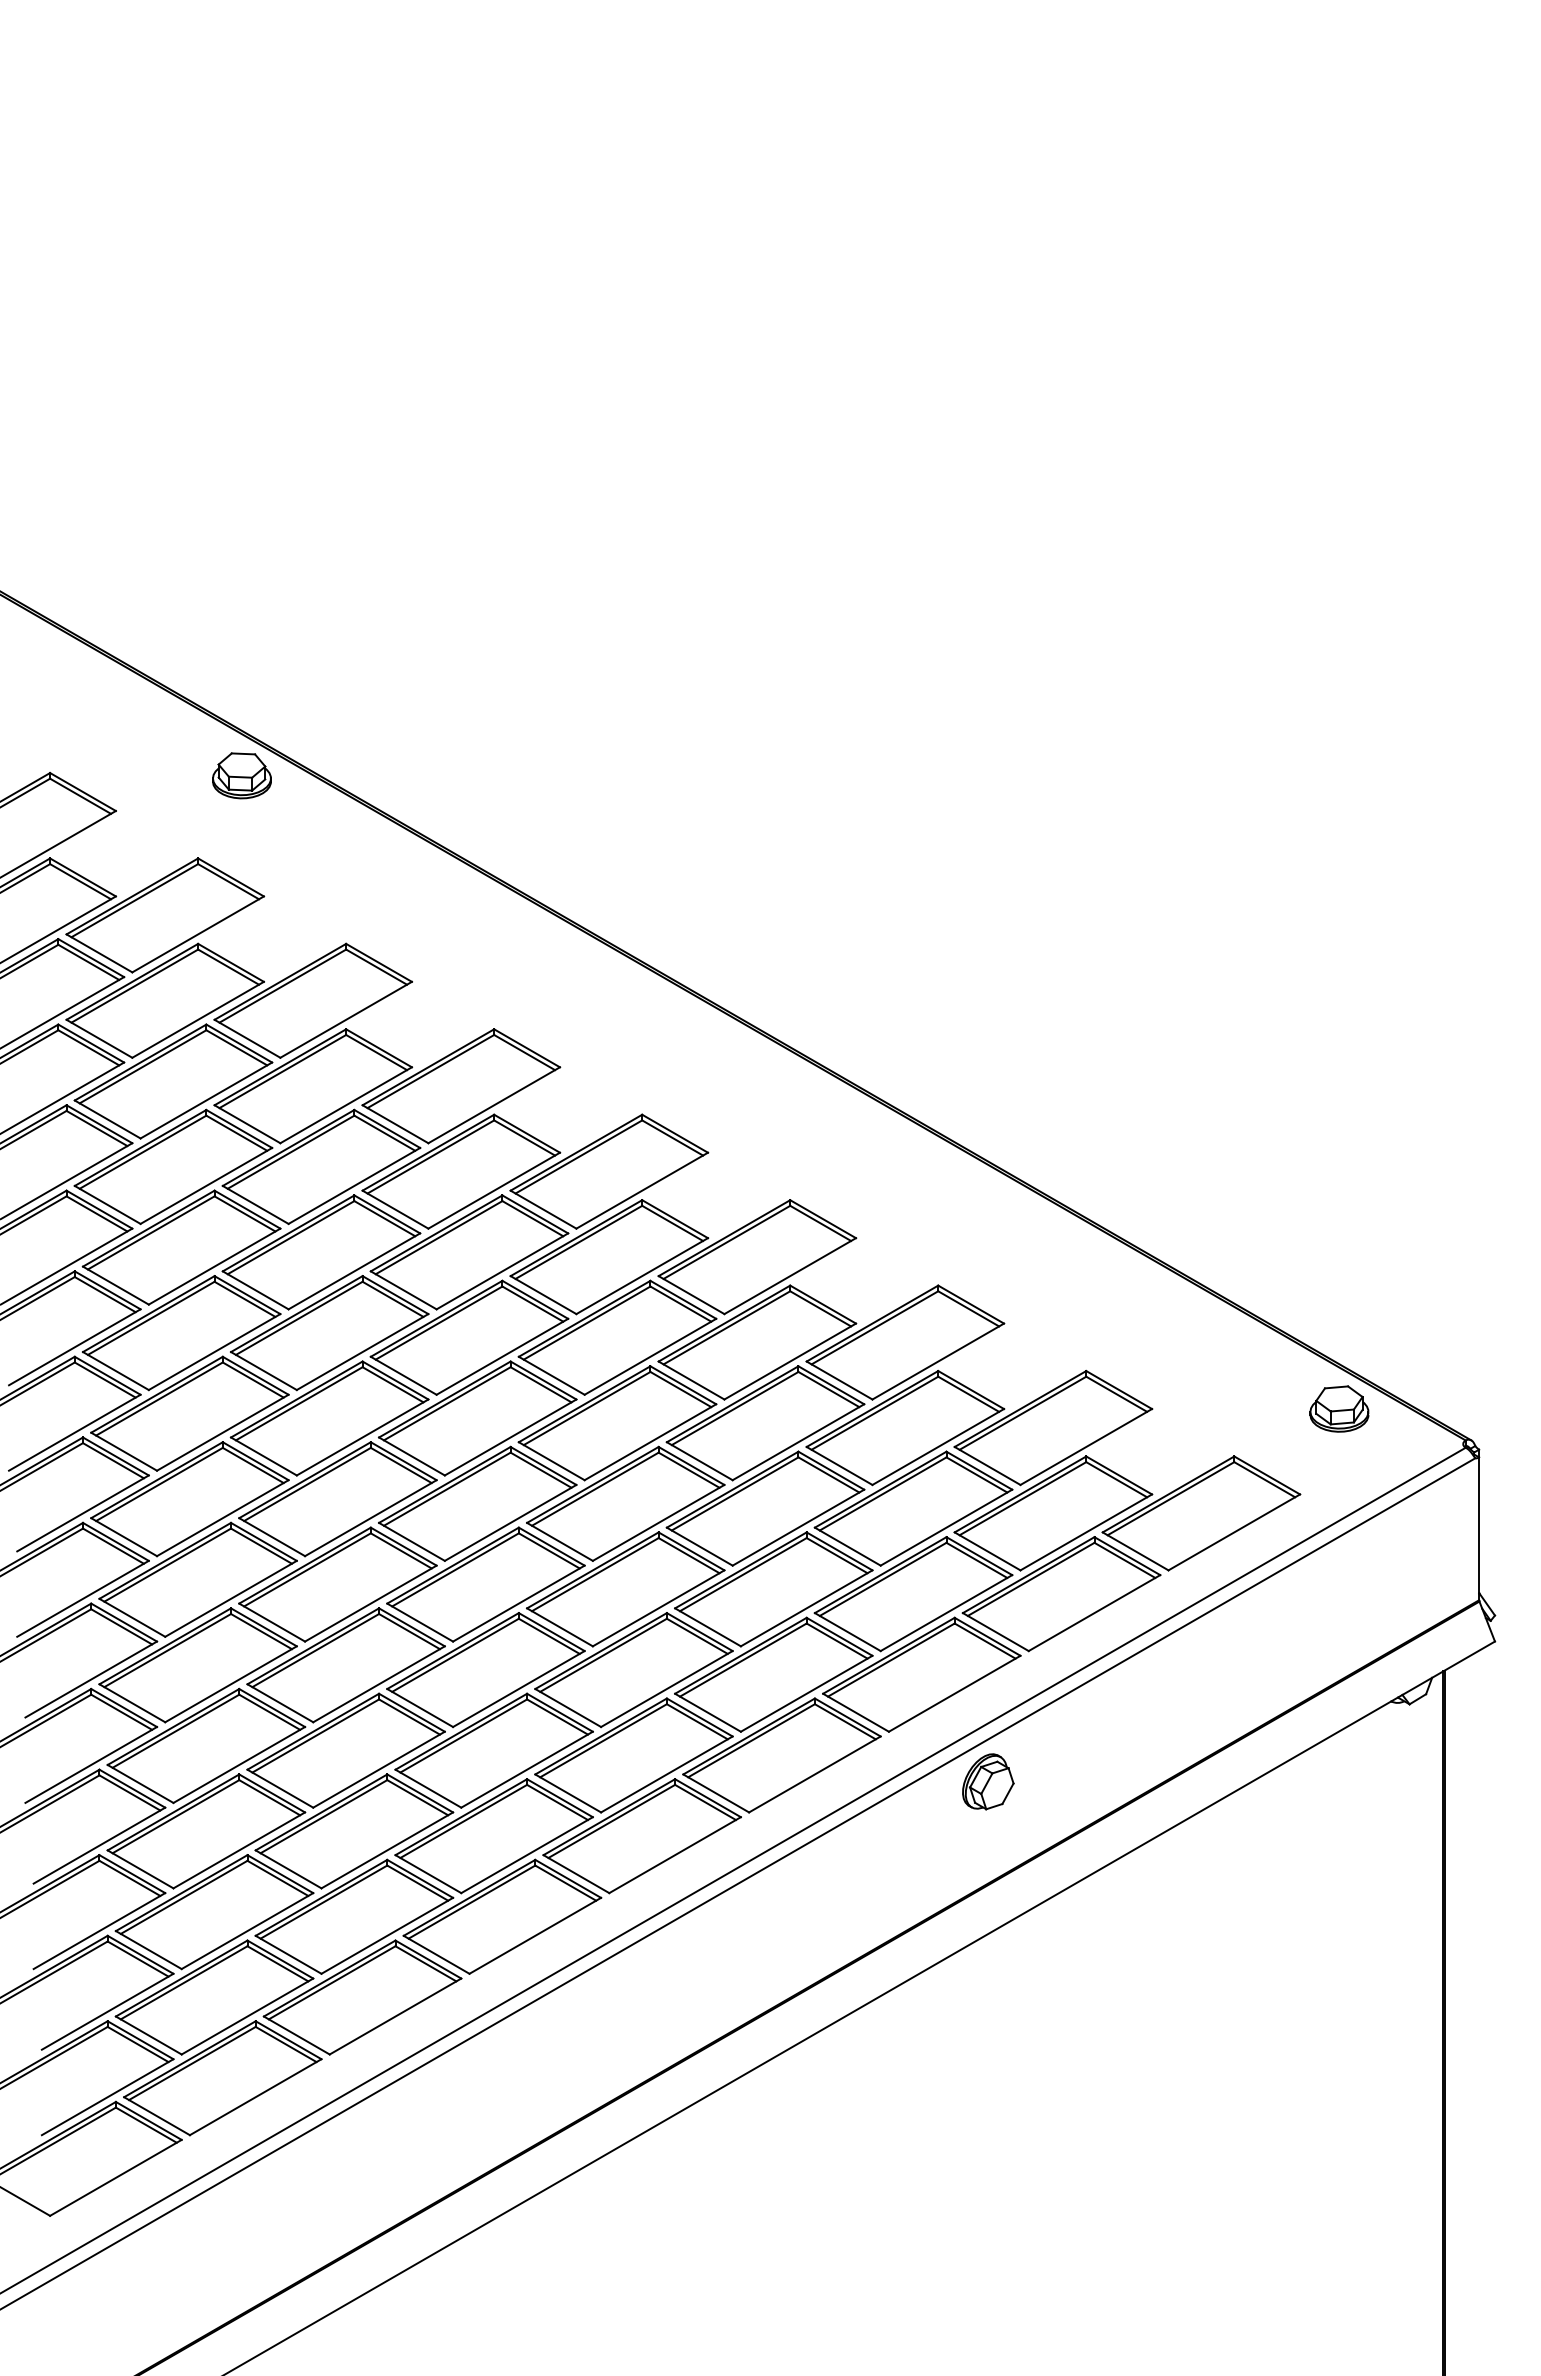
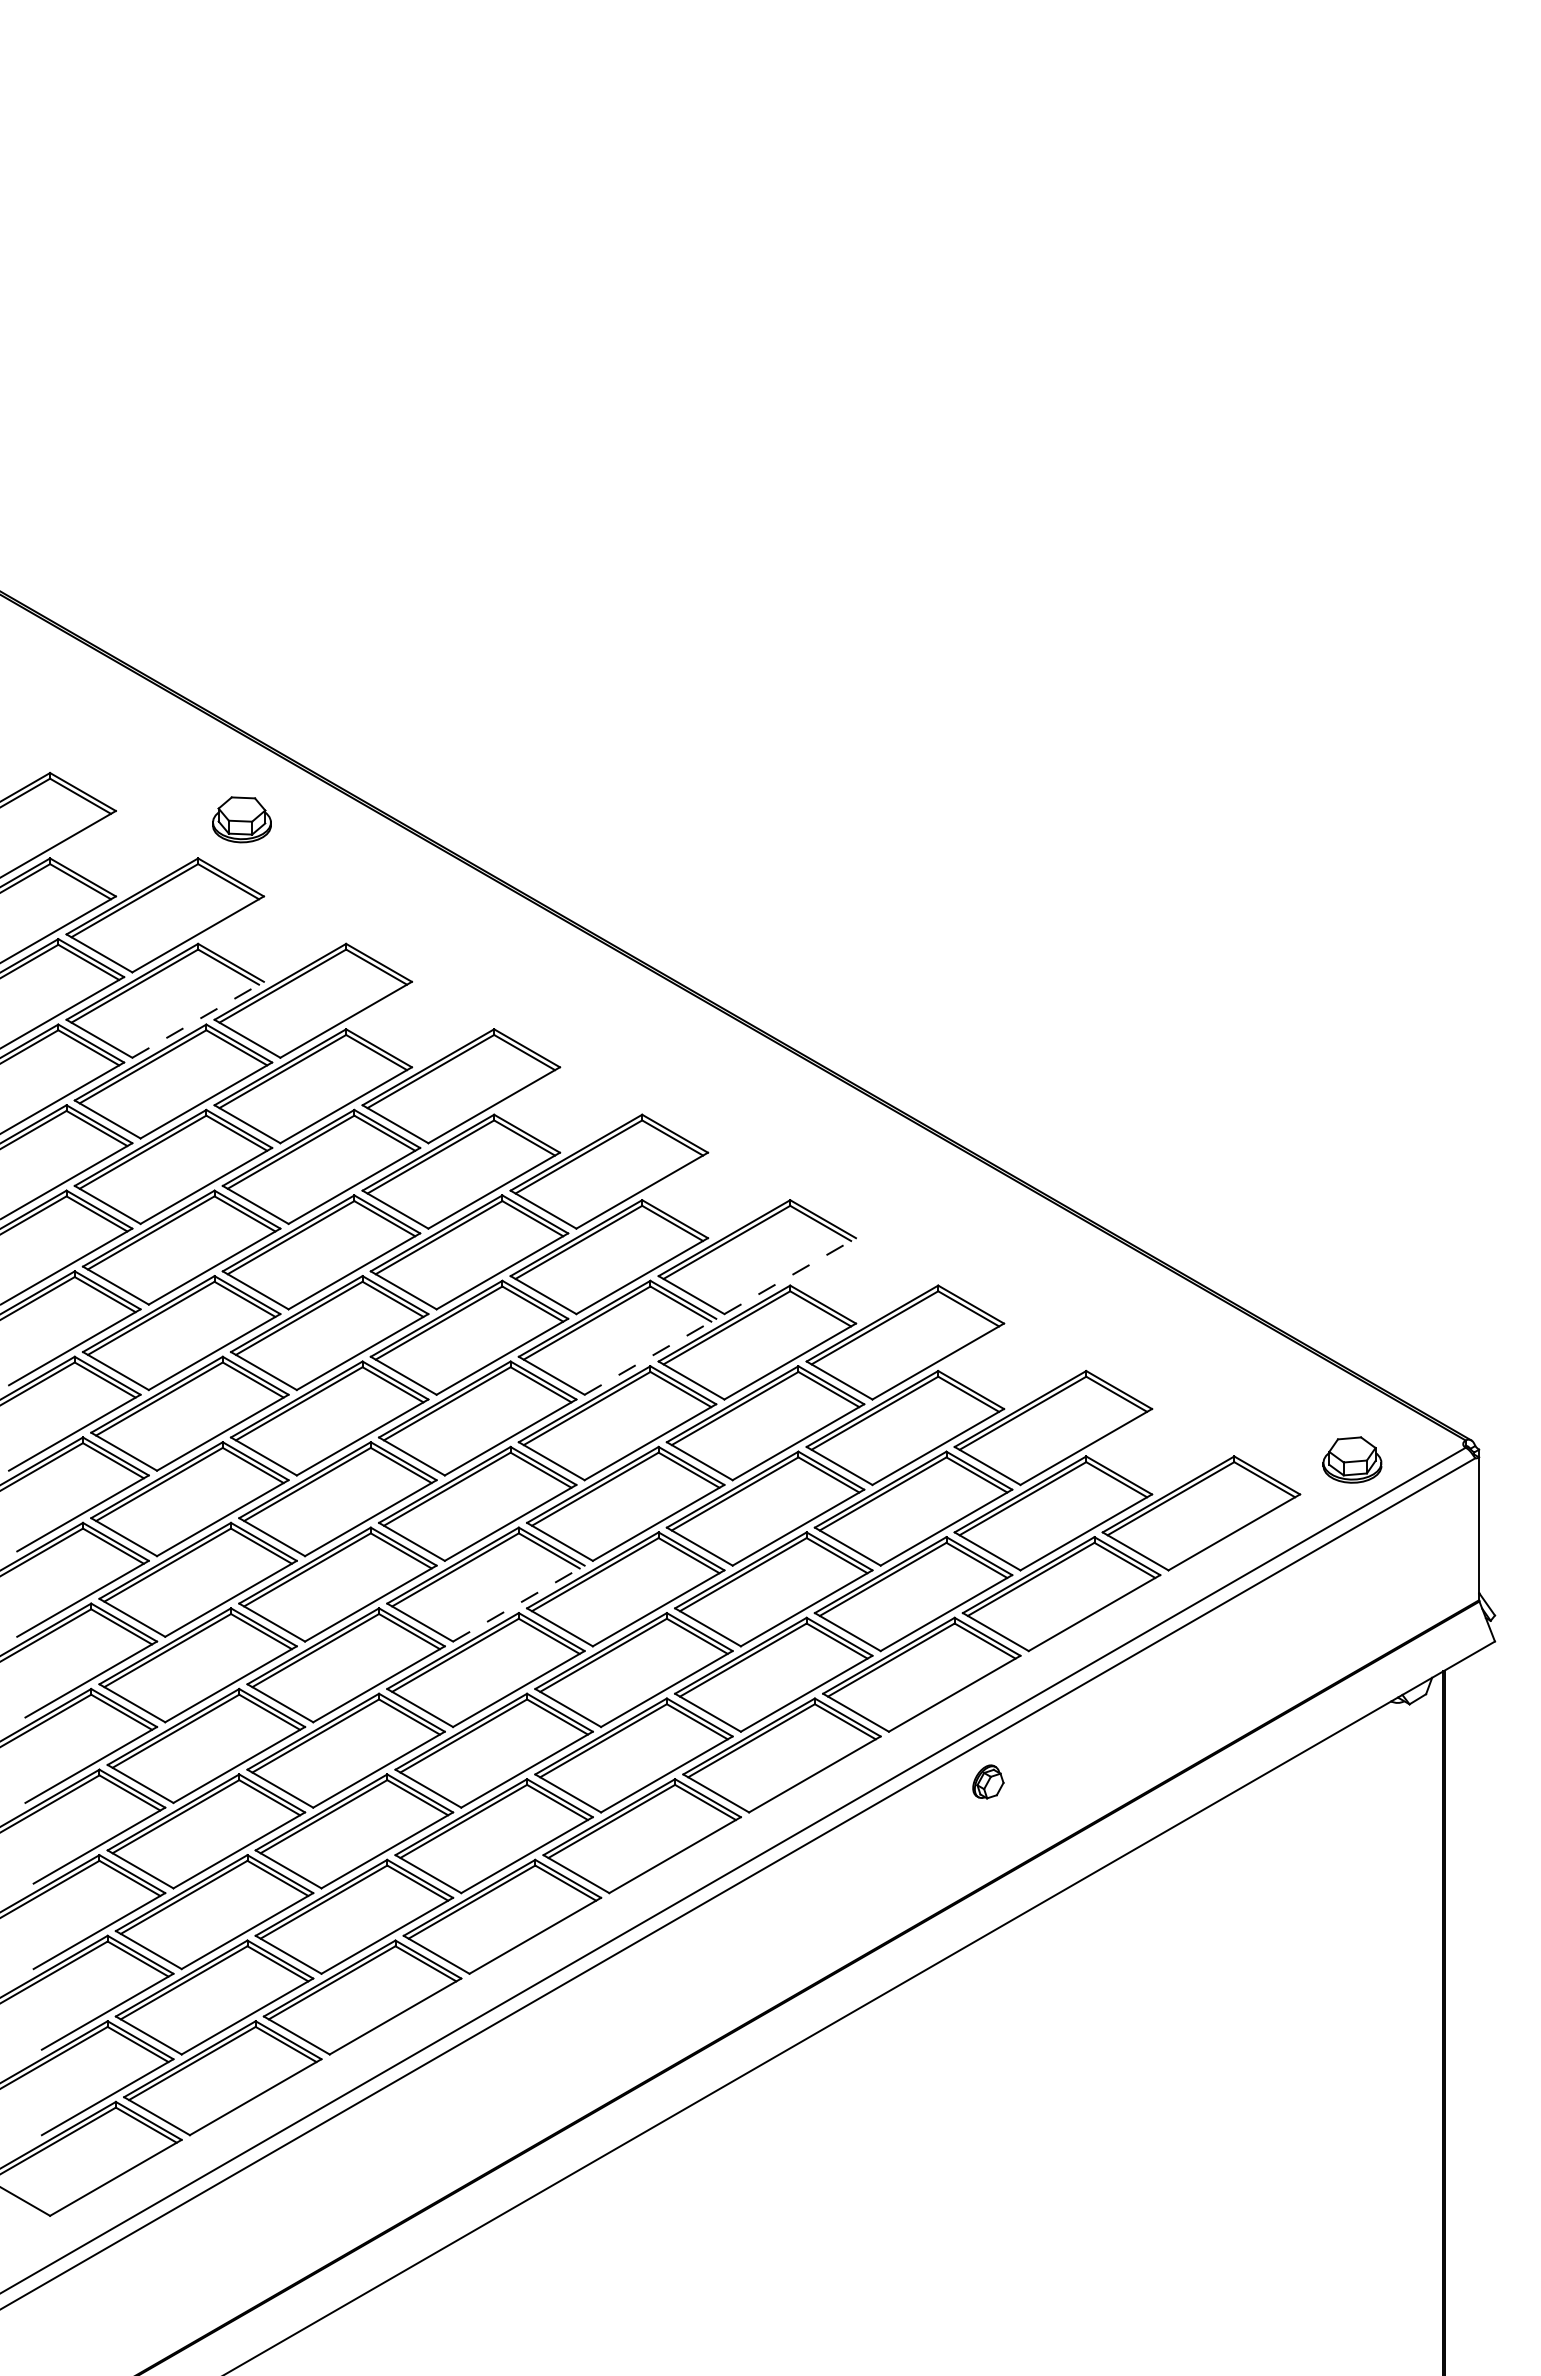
part at (241, 775) position: (241, 775) -> (241, 819)
line at (198, 1019): solid -> dashed
line at (790, 1276): solid -> dashed
line at (650, 1356): solid -> dashed
part at (1339, 1408) position: (1339, 1408) -> (1352, 1459)
line at (518, 1603): solid -> dashed
part at (988, 1781) size: 53x58 px -> 33x36 px
